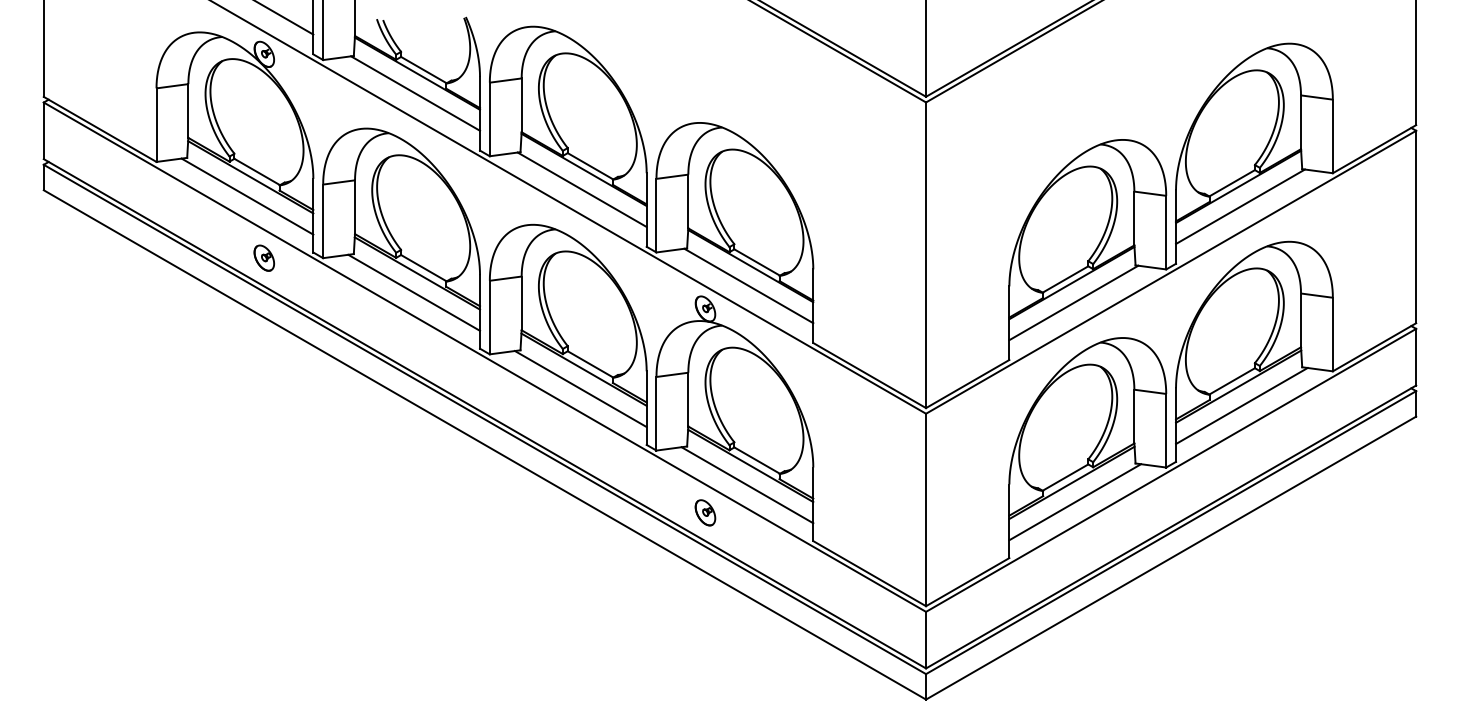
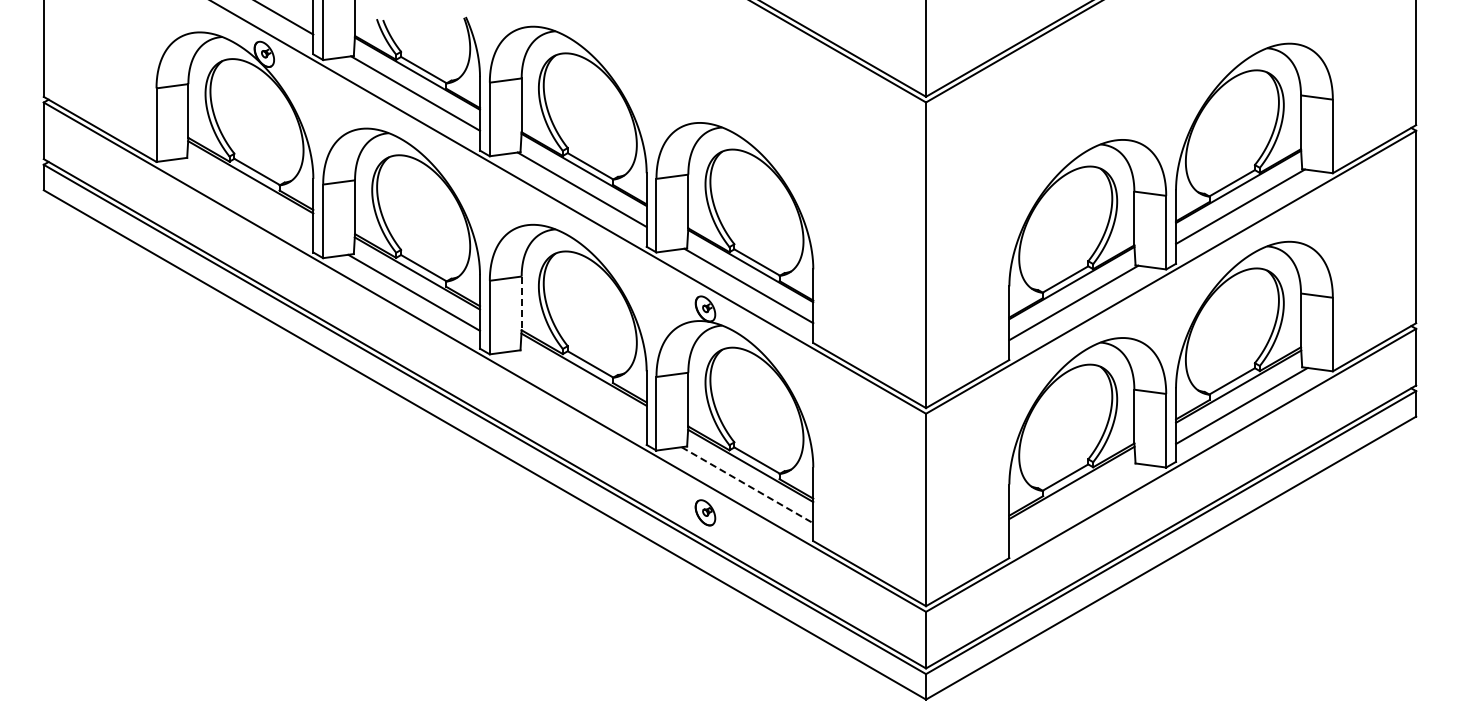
line at (247, 196): present -> none
part at (263, 257): present -> none
line at (521, 303): solid -> dashed
line at (580, 389): present -> none
line at (747, 485): solid -> dashed
line at (1075, 502): present -> none
